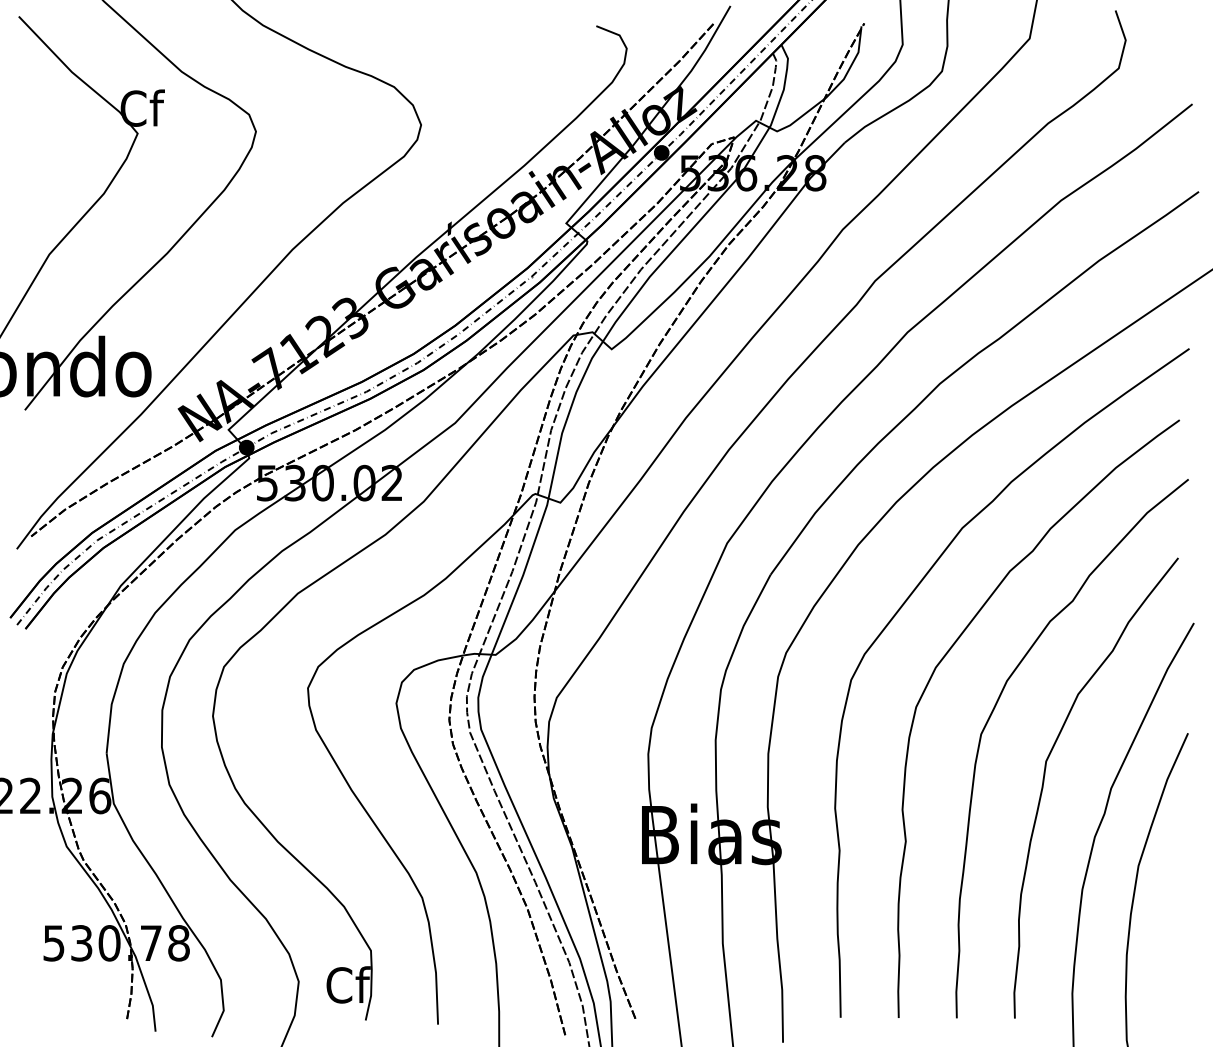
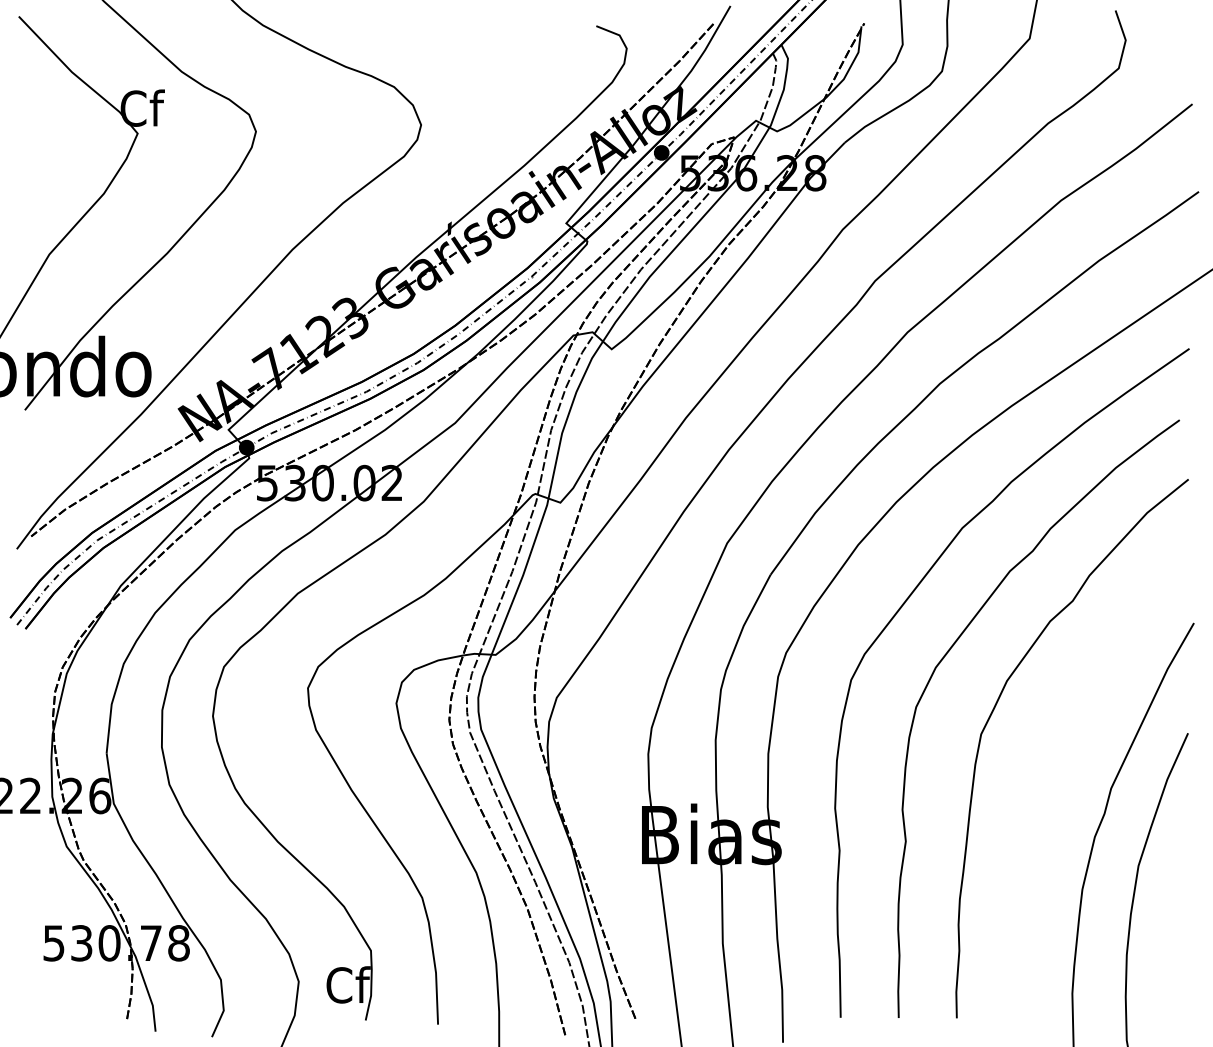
curve at (1044, 782): present -> none
